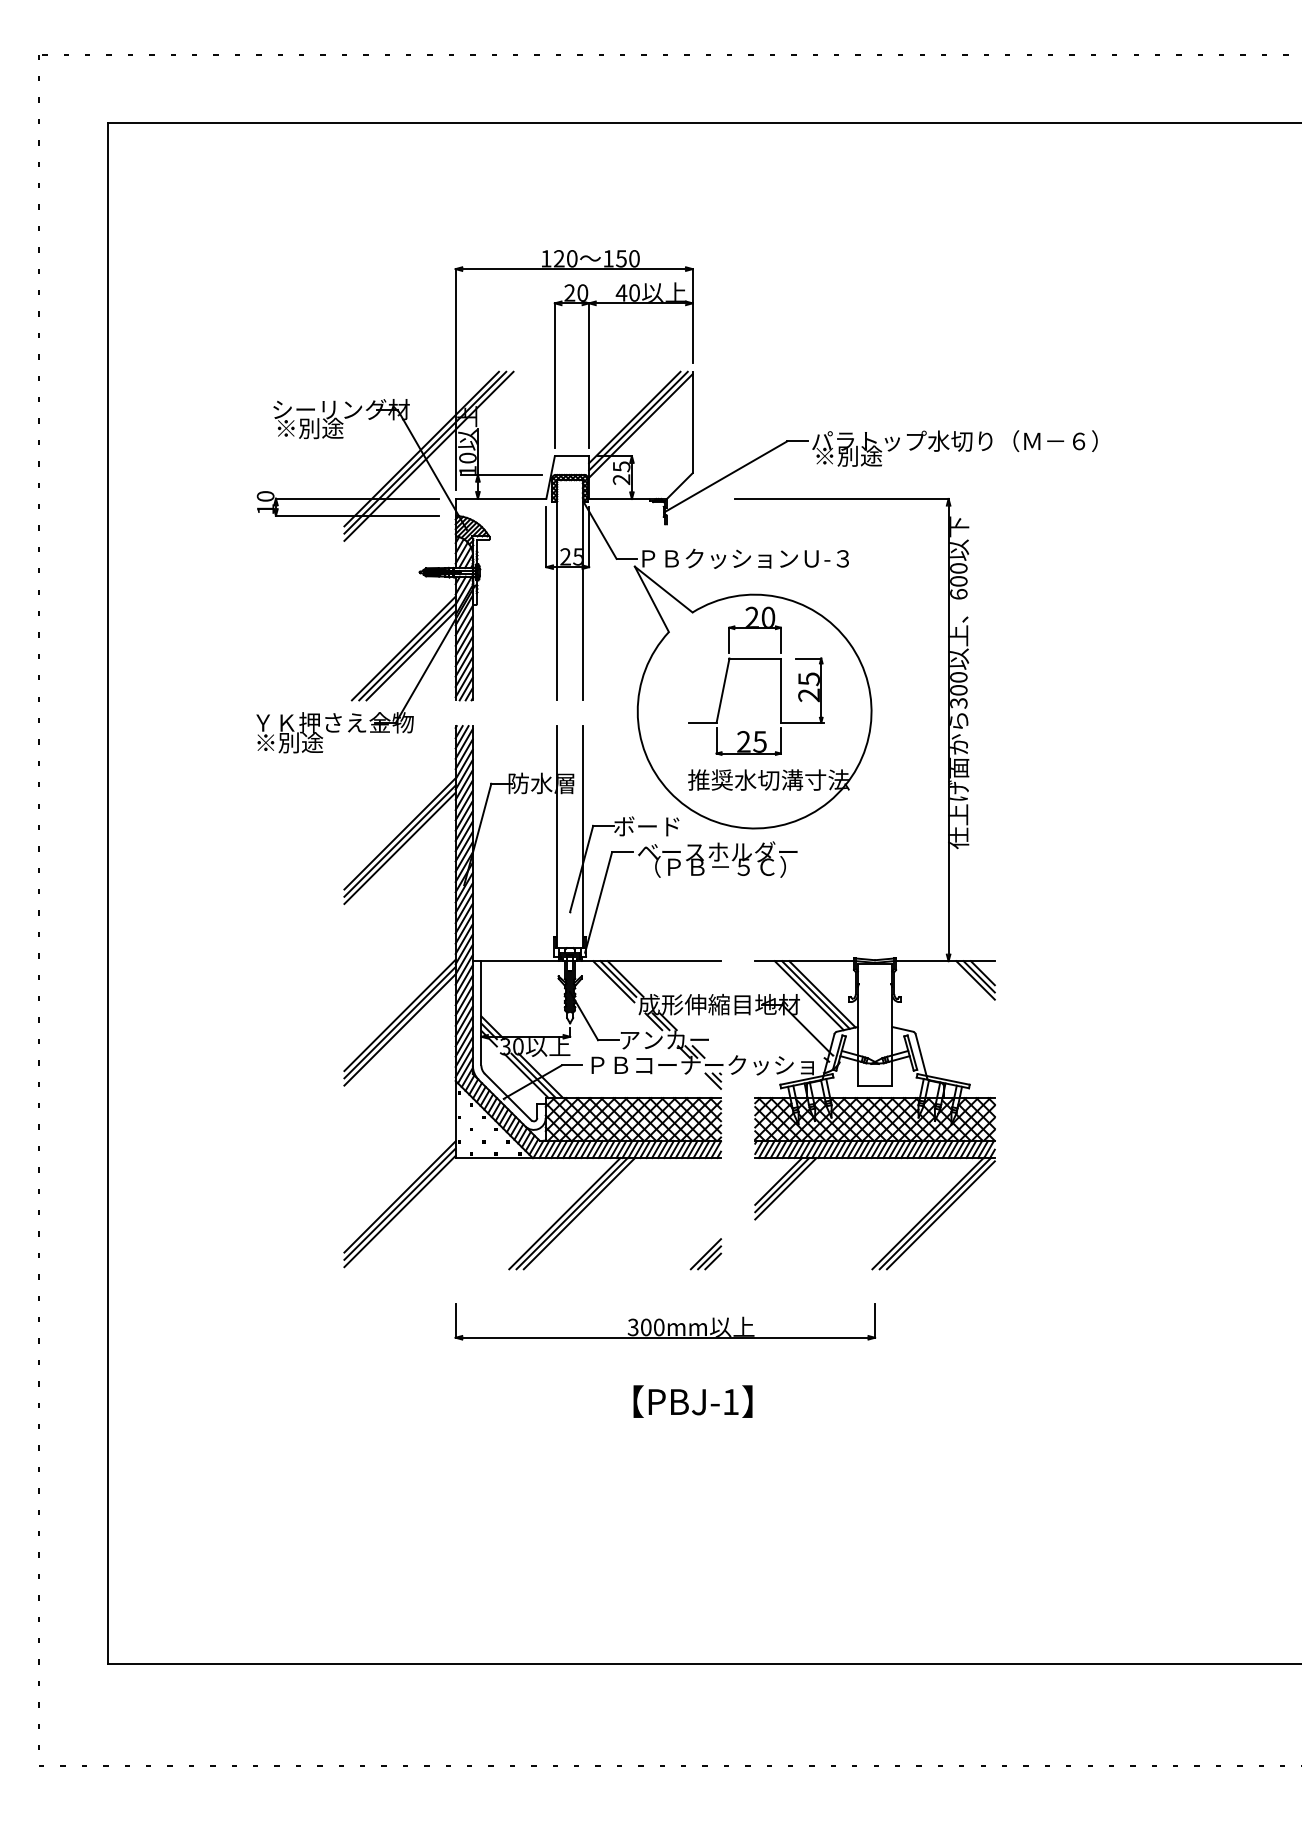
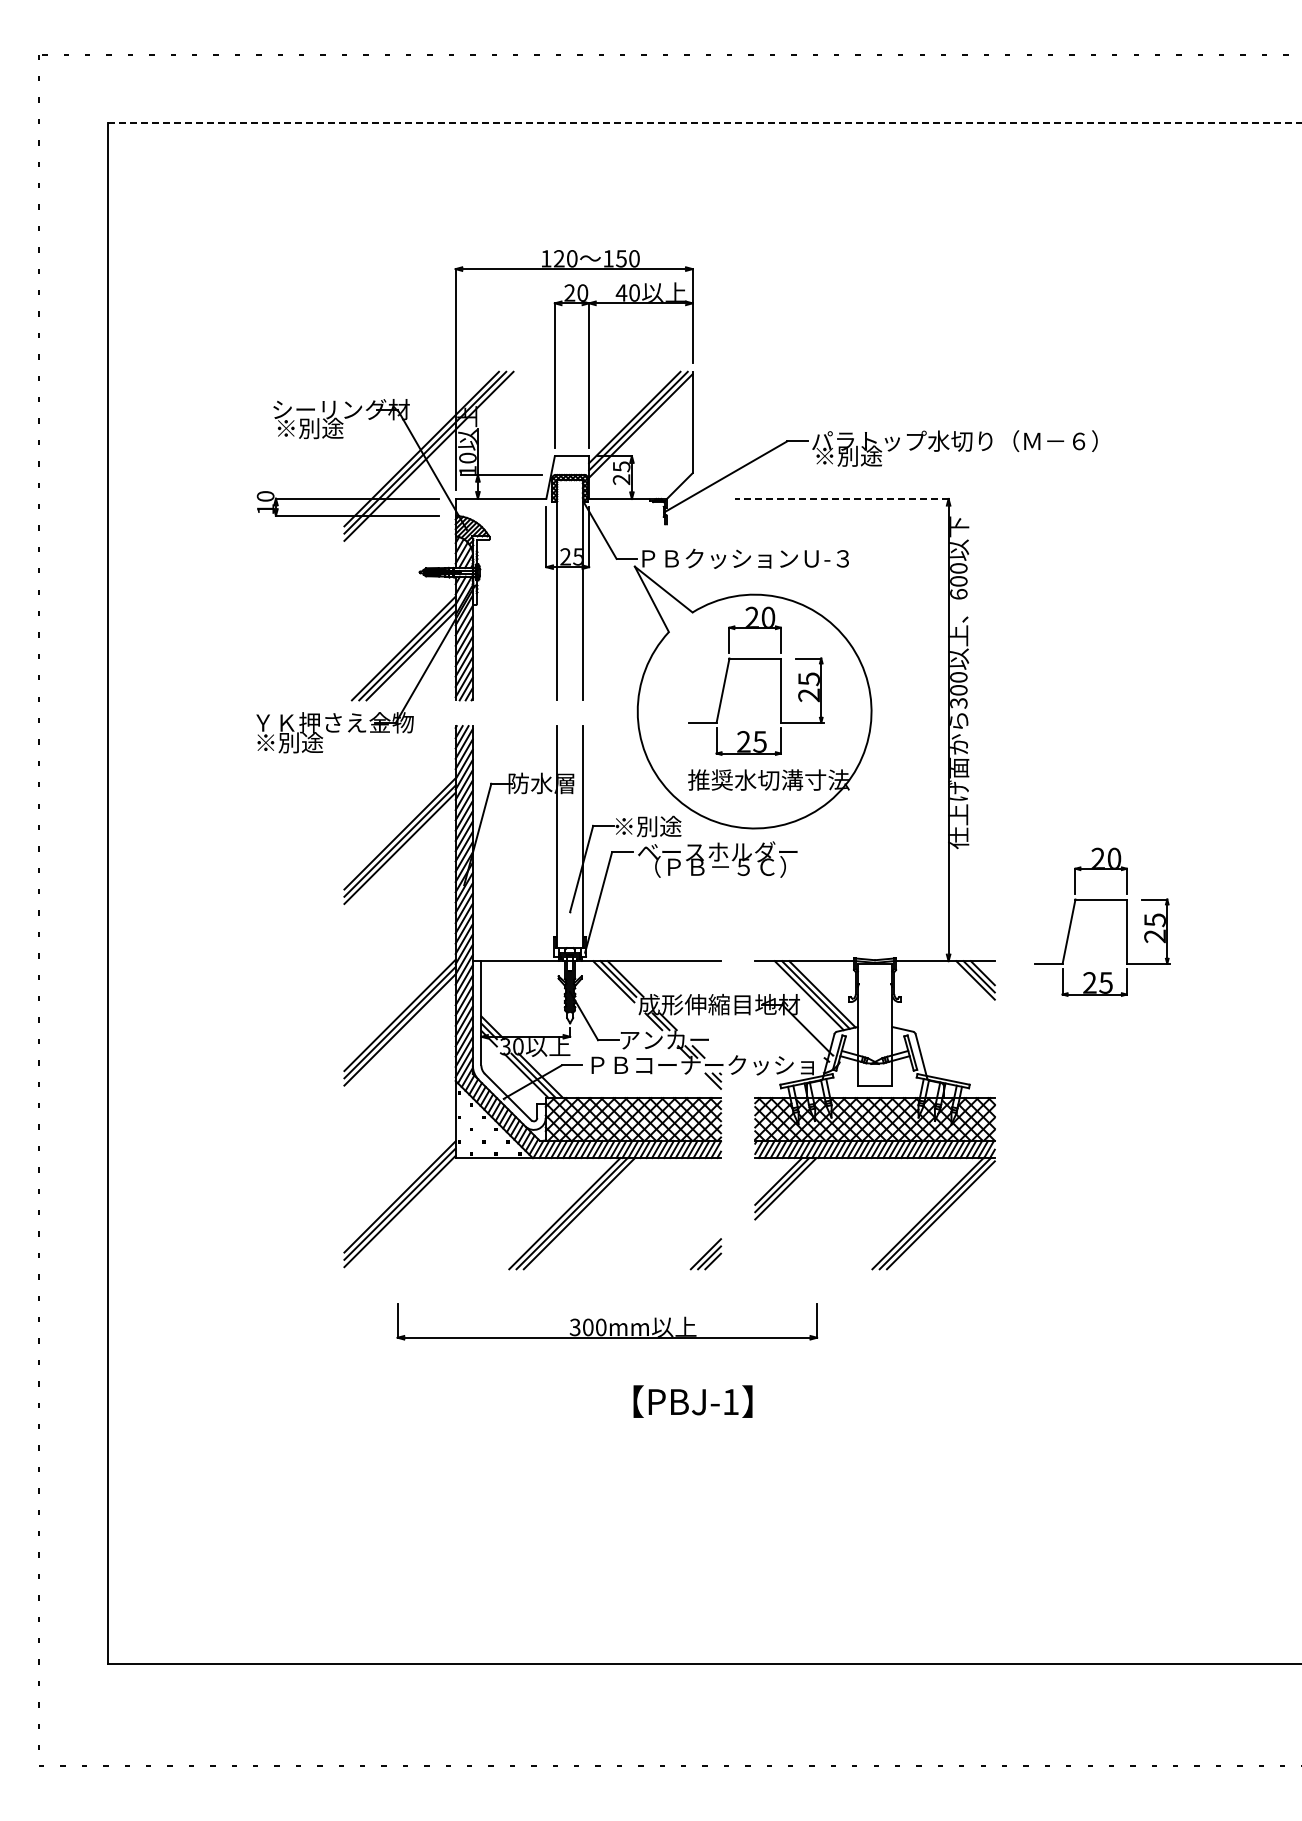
line at (704, 123): solid -> dashed
line at (841, 498): solid -> dashed
text at (647, 826): ボード -> ※別途
part at (1102, 900): none -> present
part at (665, 1321) position: (665, 1321) -> (607, 1321)
